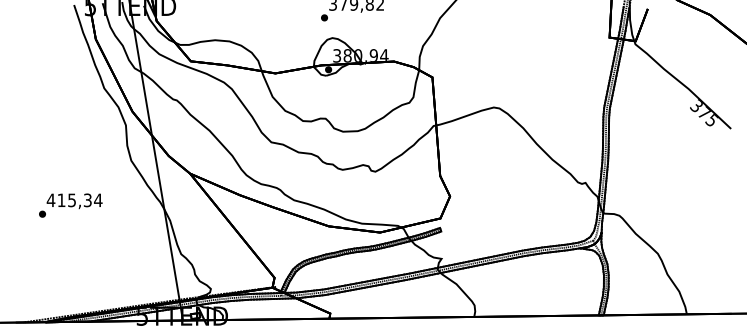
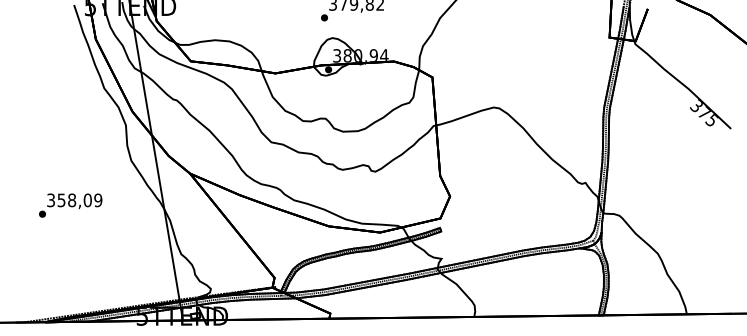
text at (74, 200): 415,34 -> 358,09
